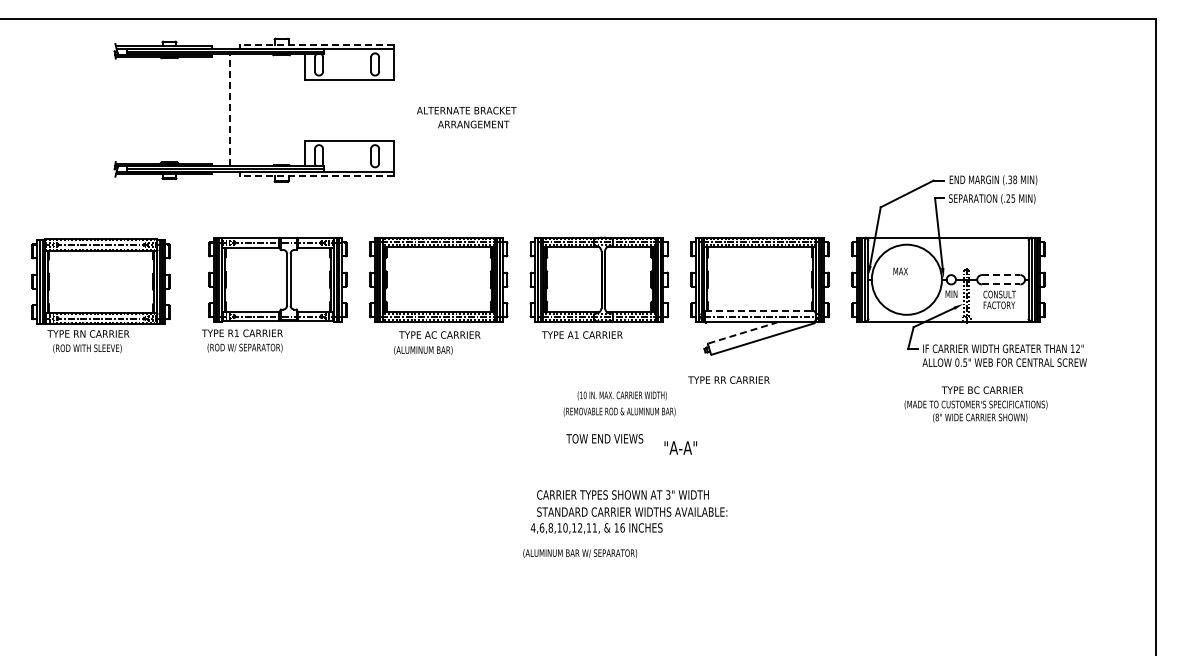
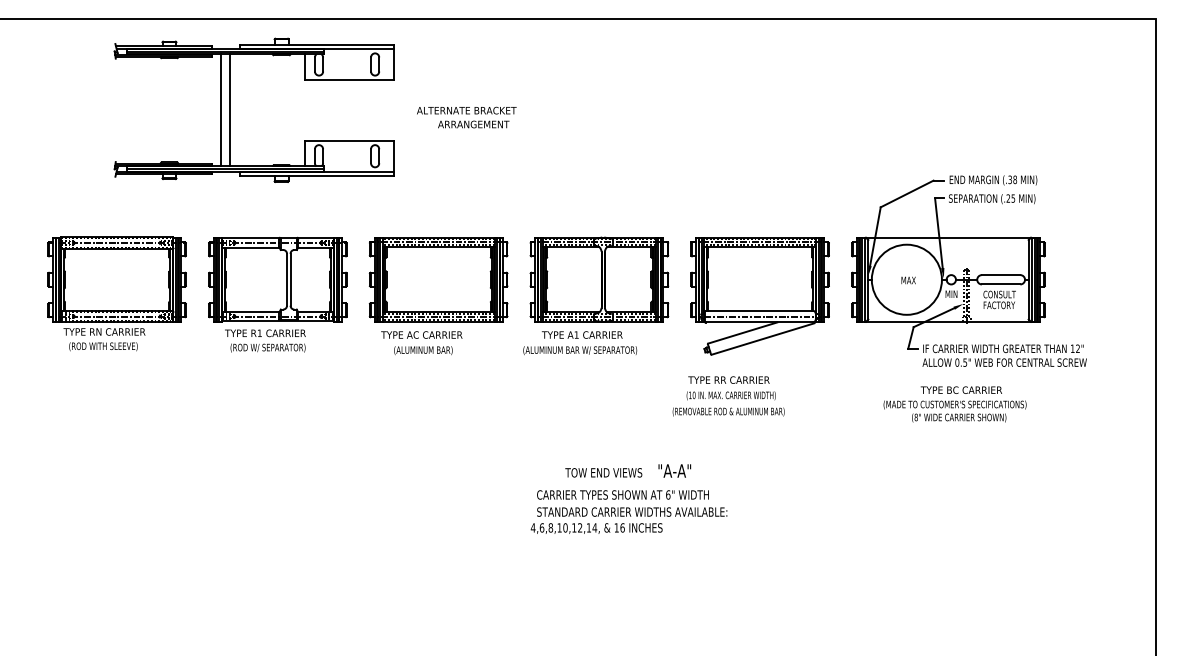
line at (316, 44): dashed -> solid
line at (230, 109): dashed -> solid
line at (220, 110): none -> present
line at (316, 176): dashed -> solid
text at (900, 271) position: (900, 271) -> (908, 280)
line at (1001, 275): dashed -> solid
line at (1001, 284): dashed -> solid
part at (100, 295) position: (100, 295) -> (116, 293)
line at (758, 310): dashed -> solid
line at (743, 332): dashed -> solid
text at (439, 334) position: (439, 334) -> (421, 334)
text at (242, 340) position: (242, 340) -> (265, 340)
text at (619, 403) position: (619, 403) -> (728, 403)
text at (975, 404) position: (975, 404) -> (954, 404)
text at (604, 438) position: (604, 438) -> (603, 472)
text at (680, 447) position: (680, 447) -> (674, 470)
text at (668, 494): 3" -> 6"
text at (594, 527): 4,6,8,10,12,11, -> 4,6,8,10,12,14,
text at (580, 553) position: (580, 553) -> (580, 350)
